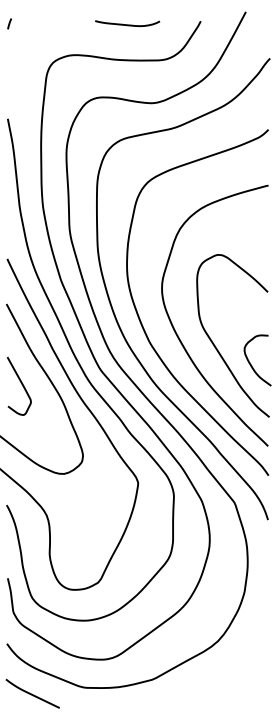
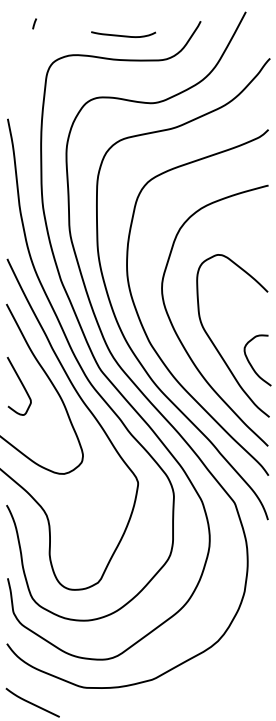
line at (9, 23) position: (9, 23) -> (34, 23)
curve at (127, 24) position: (127, 24) -> (123, 35)
curve at (31, 693) position: (31, 693) -> (31, 702)
